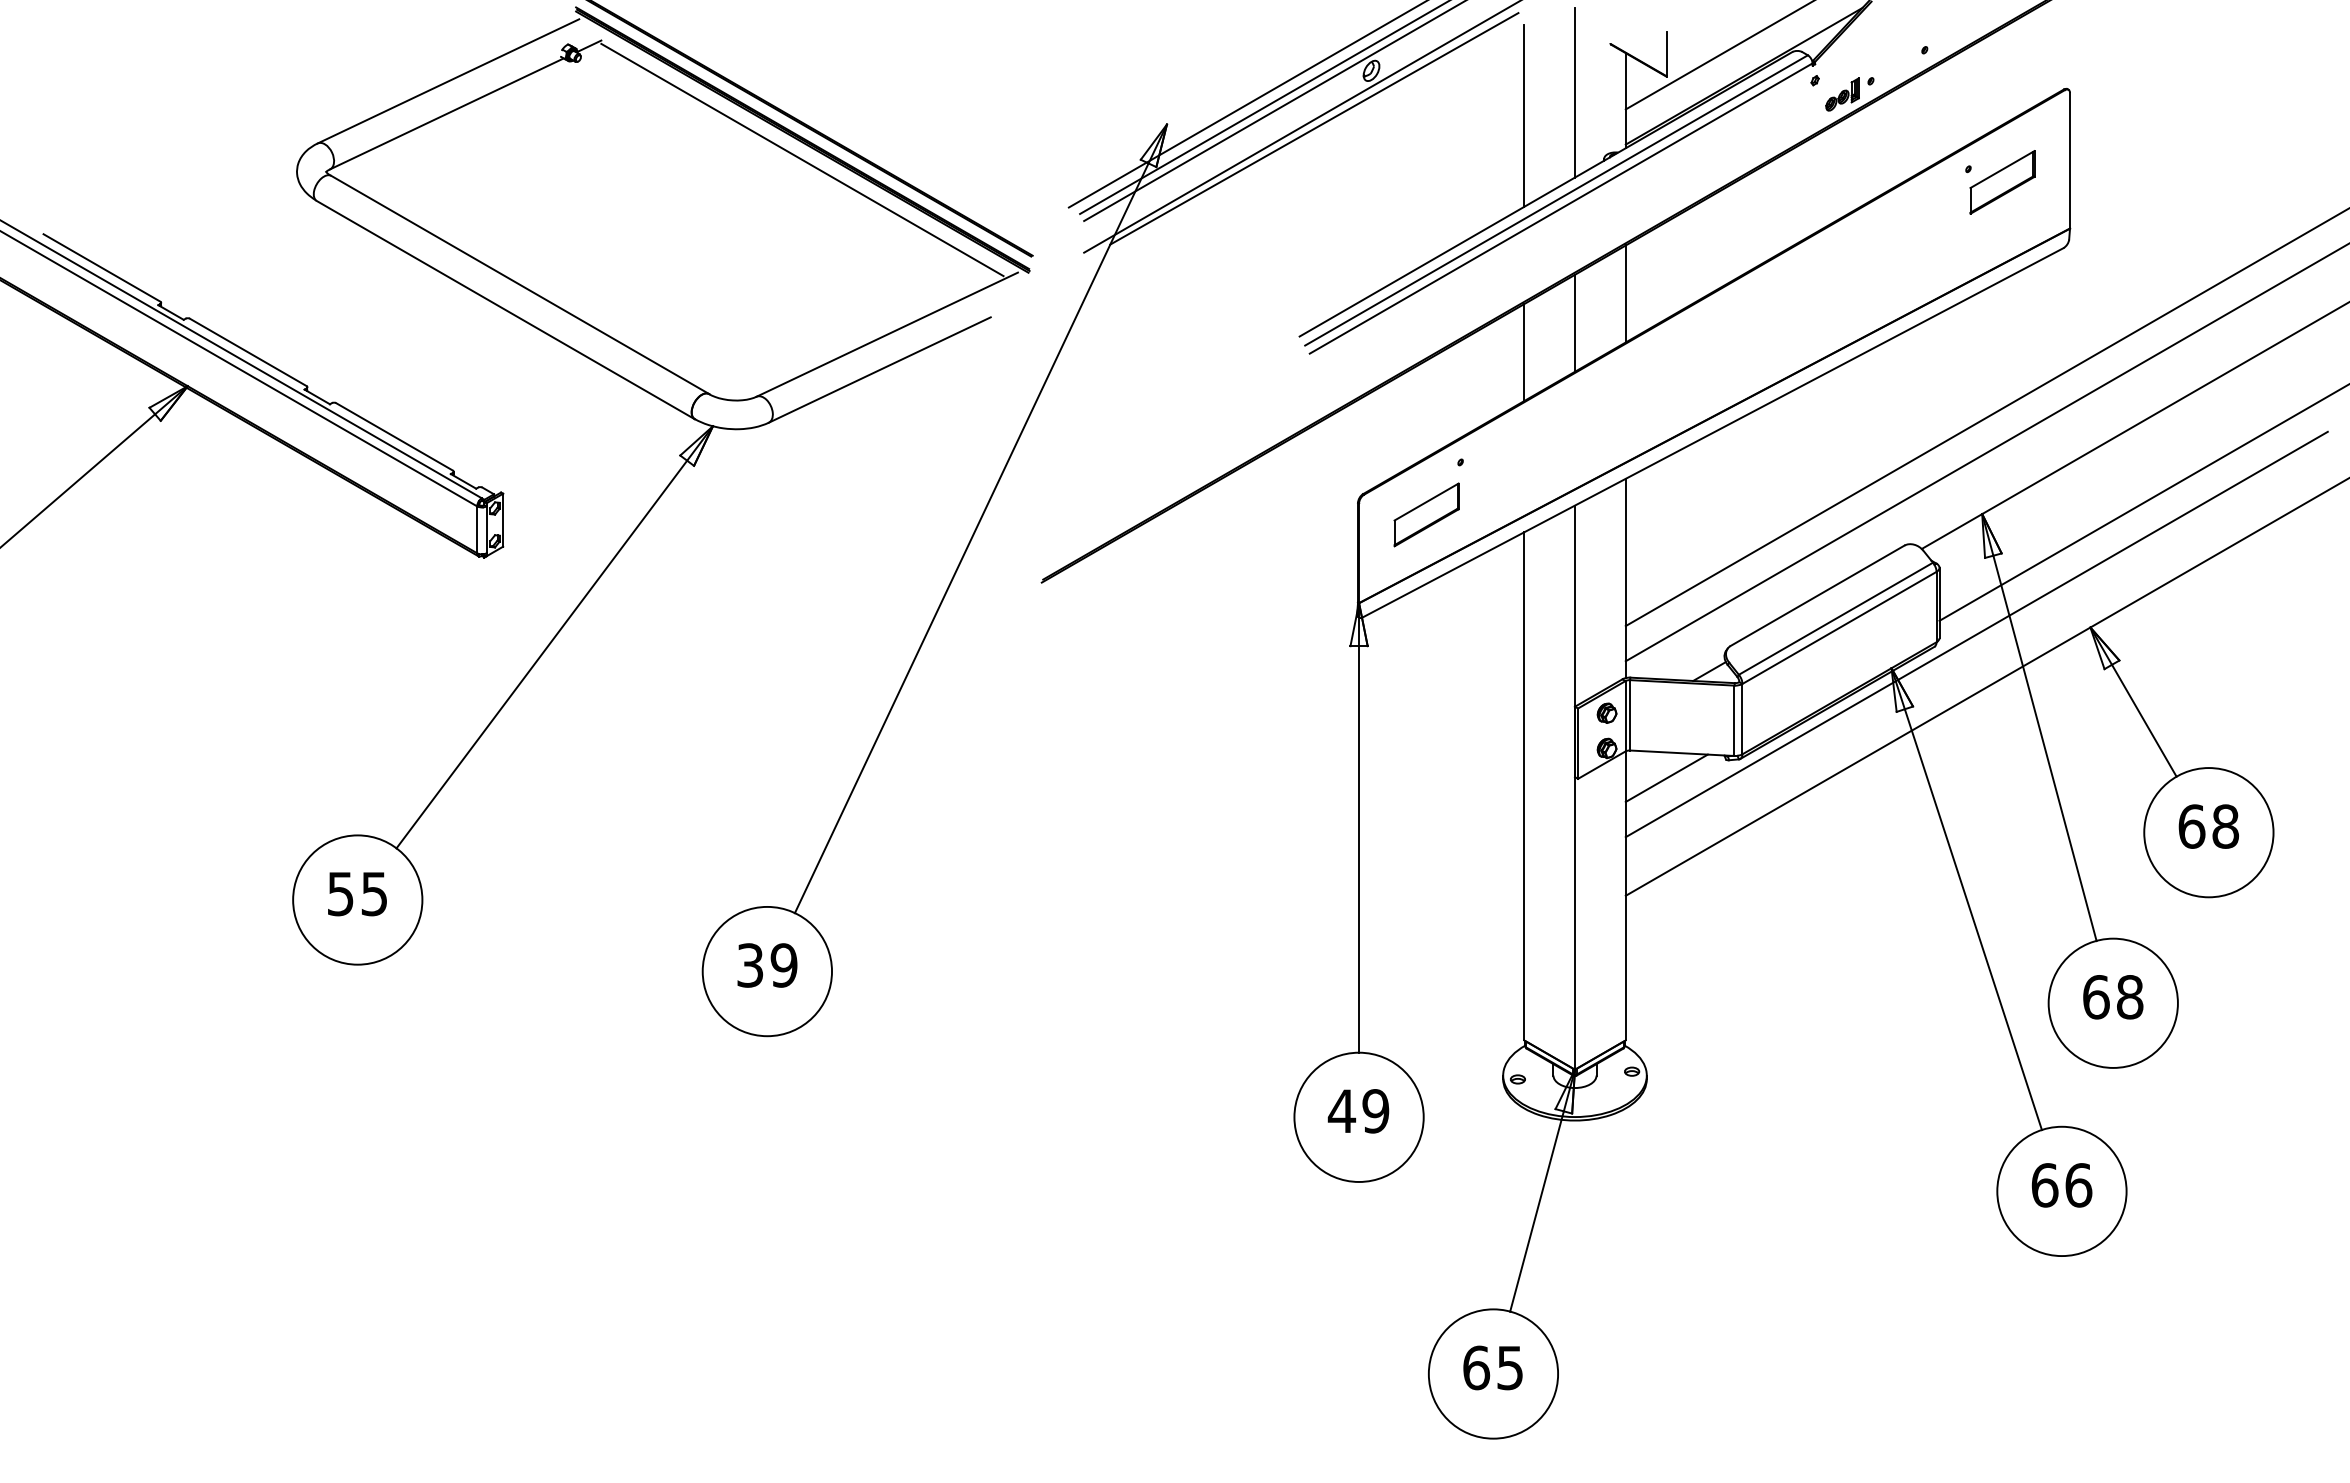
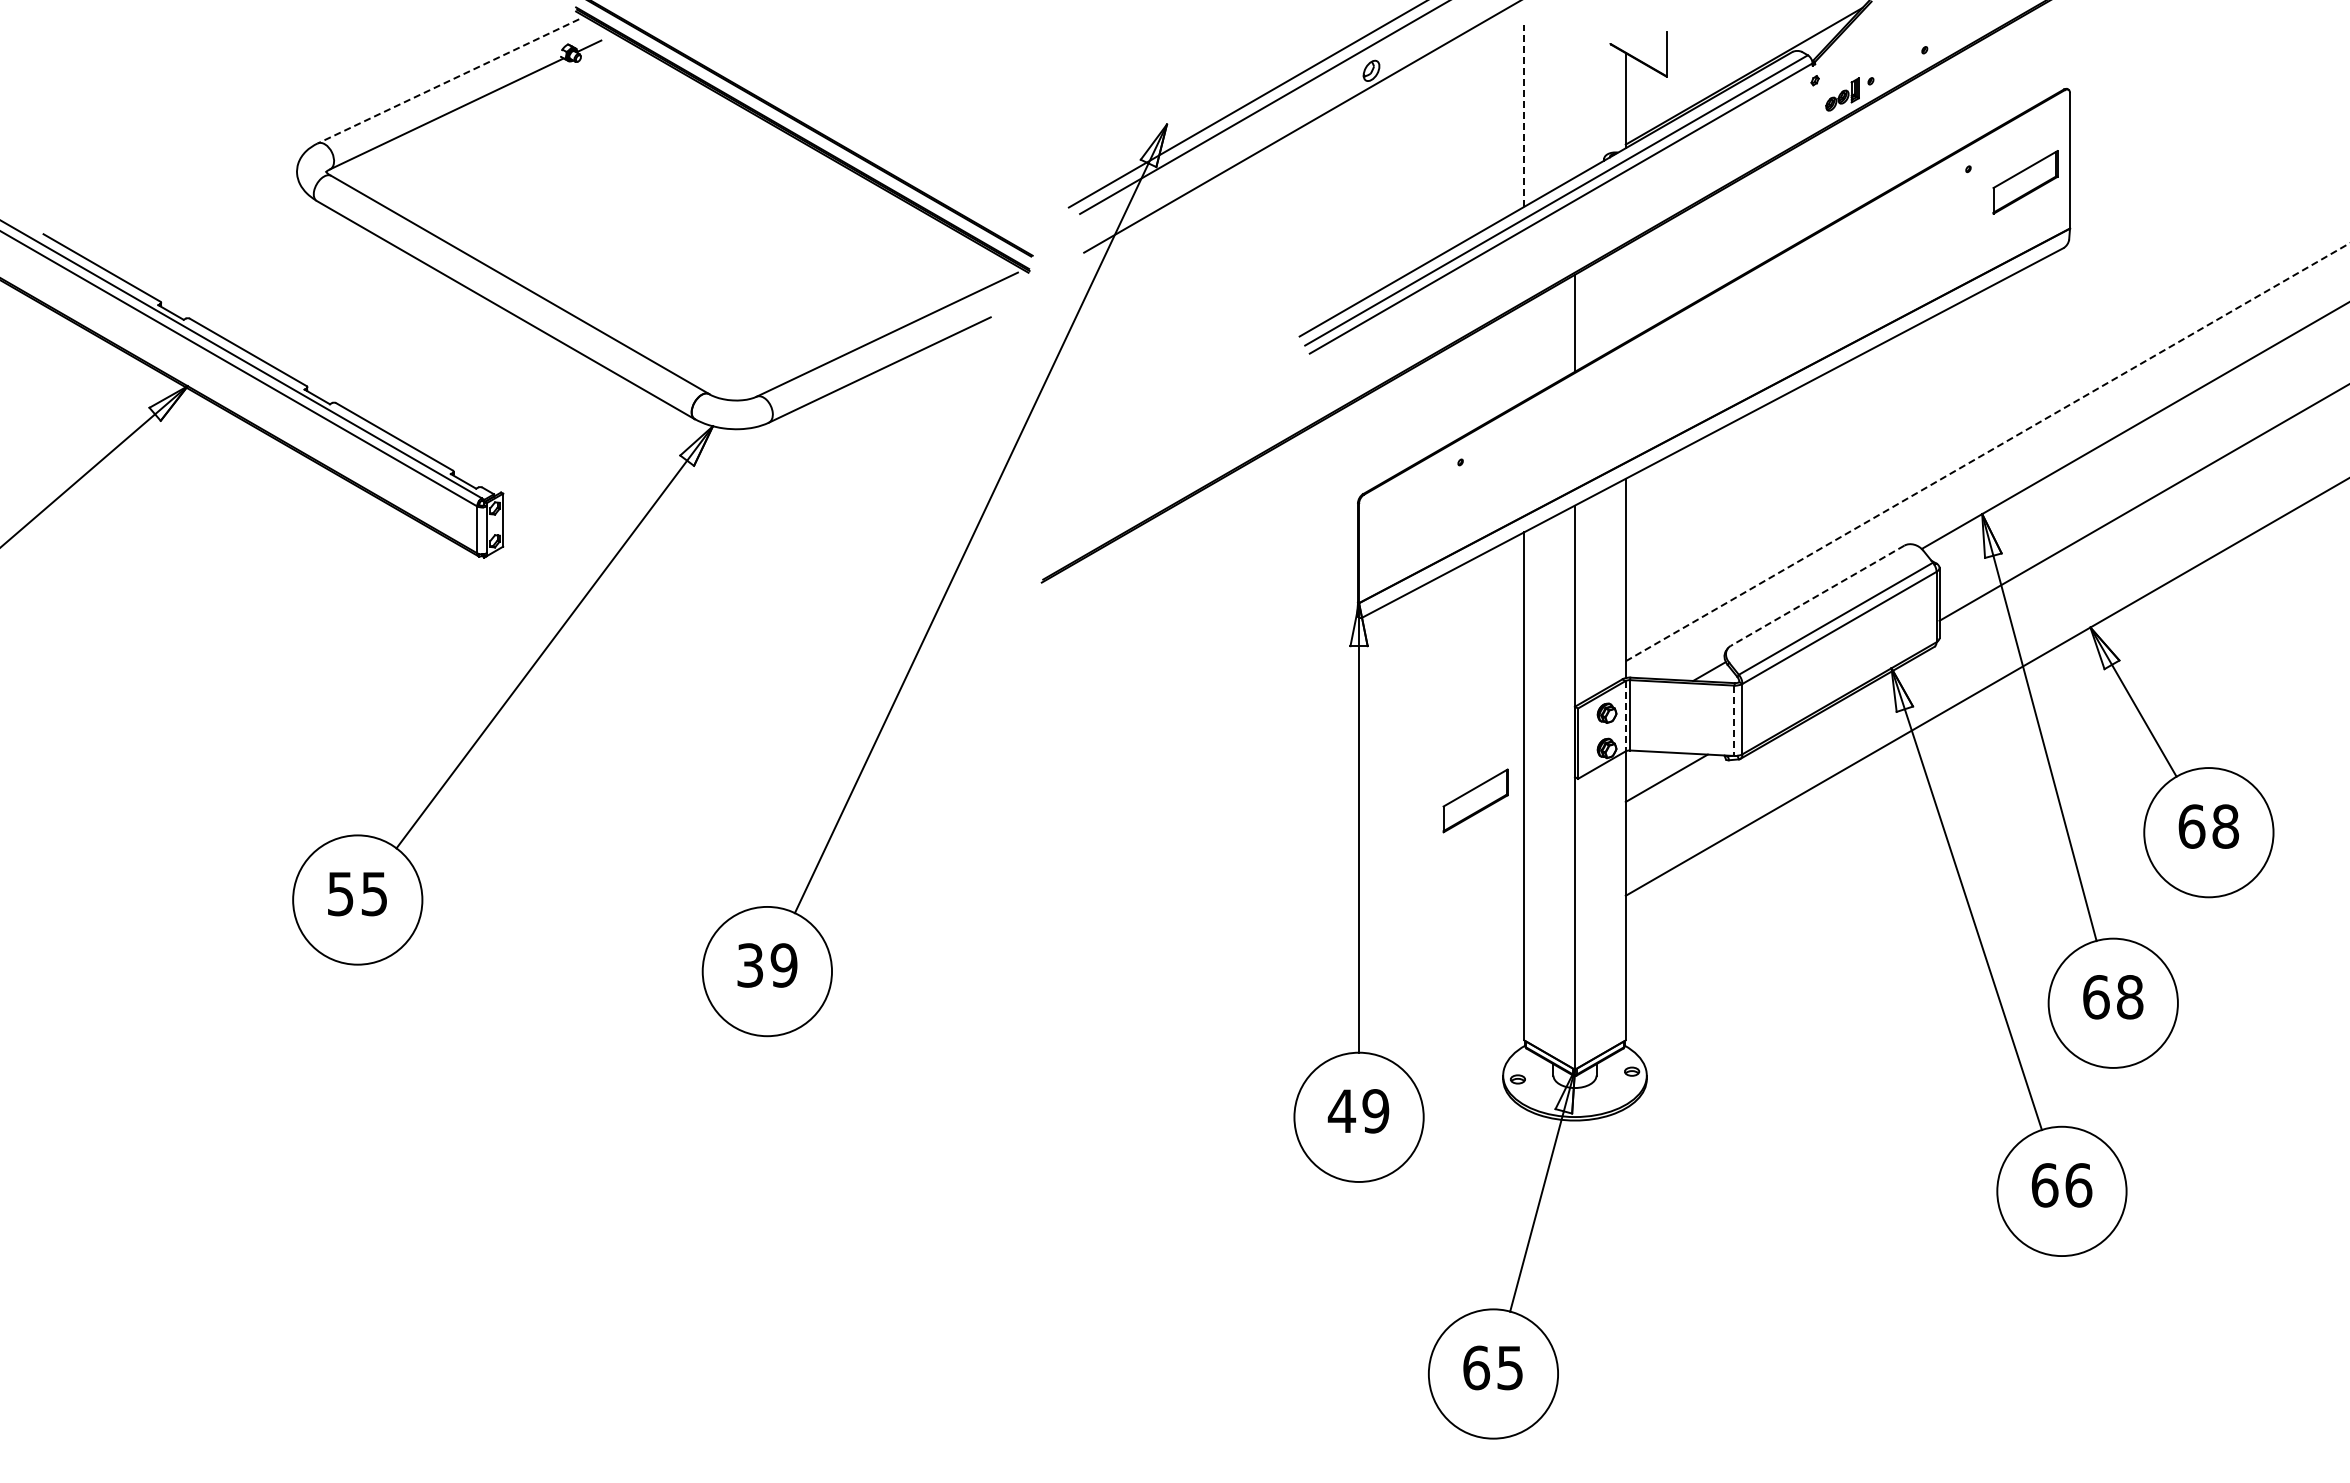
line at (1718, 55): present -> none
line at (448, 81): solid -> dashed
line at (1575, 92): present -> none
line at (1273, 111): present -> none
line at (1524, 115): solid -> dashed
line at (1314, 128): present -> none
line at (802, 159): present -> none
part at (2002, 182) position: (2002, 182) -> (2025, 182)
line at (1625, 293): present -> none
line at (1524, 352): present -> none
line at (1985, 417): present -> none
line at (1988, 451): solid -> dashed
part at (1426, 514) position: (1426, 514) -> (1475, 800)
line at (1817, 596): solid -> dashed
line at (1976, 634): present -> none
line at (1625, 716): solid -> dashed
line at (1734, 721): solid -> dashed
